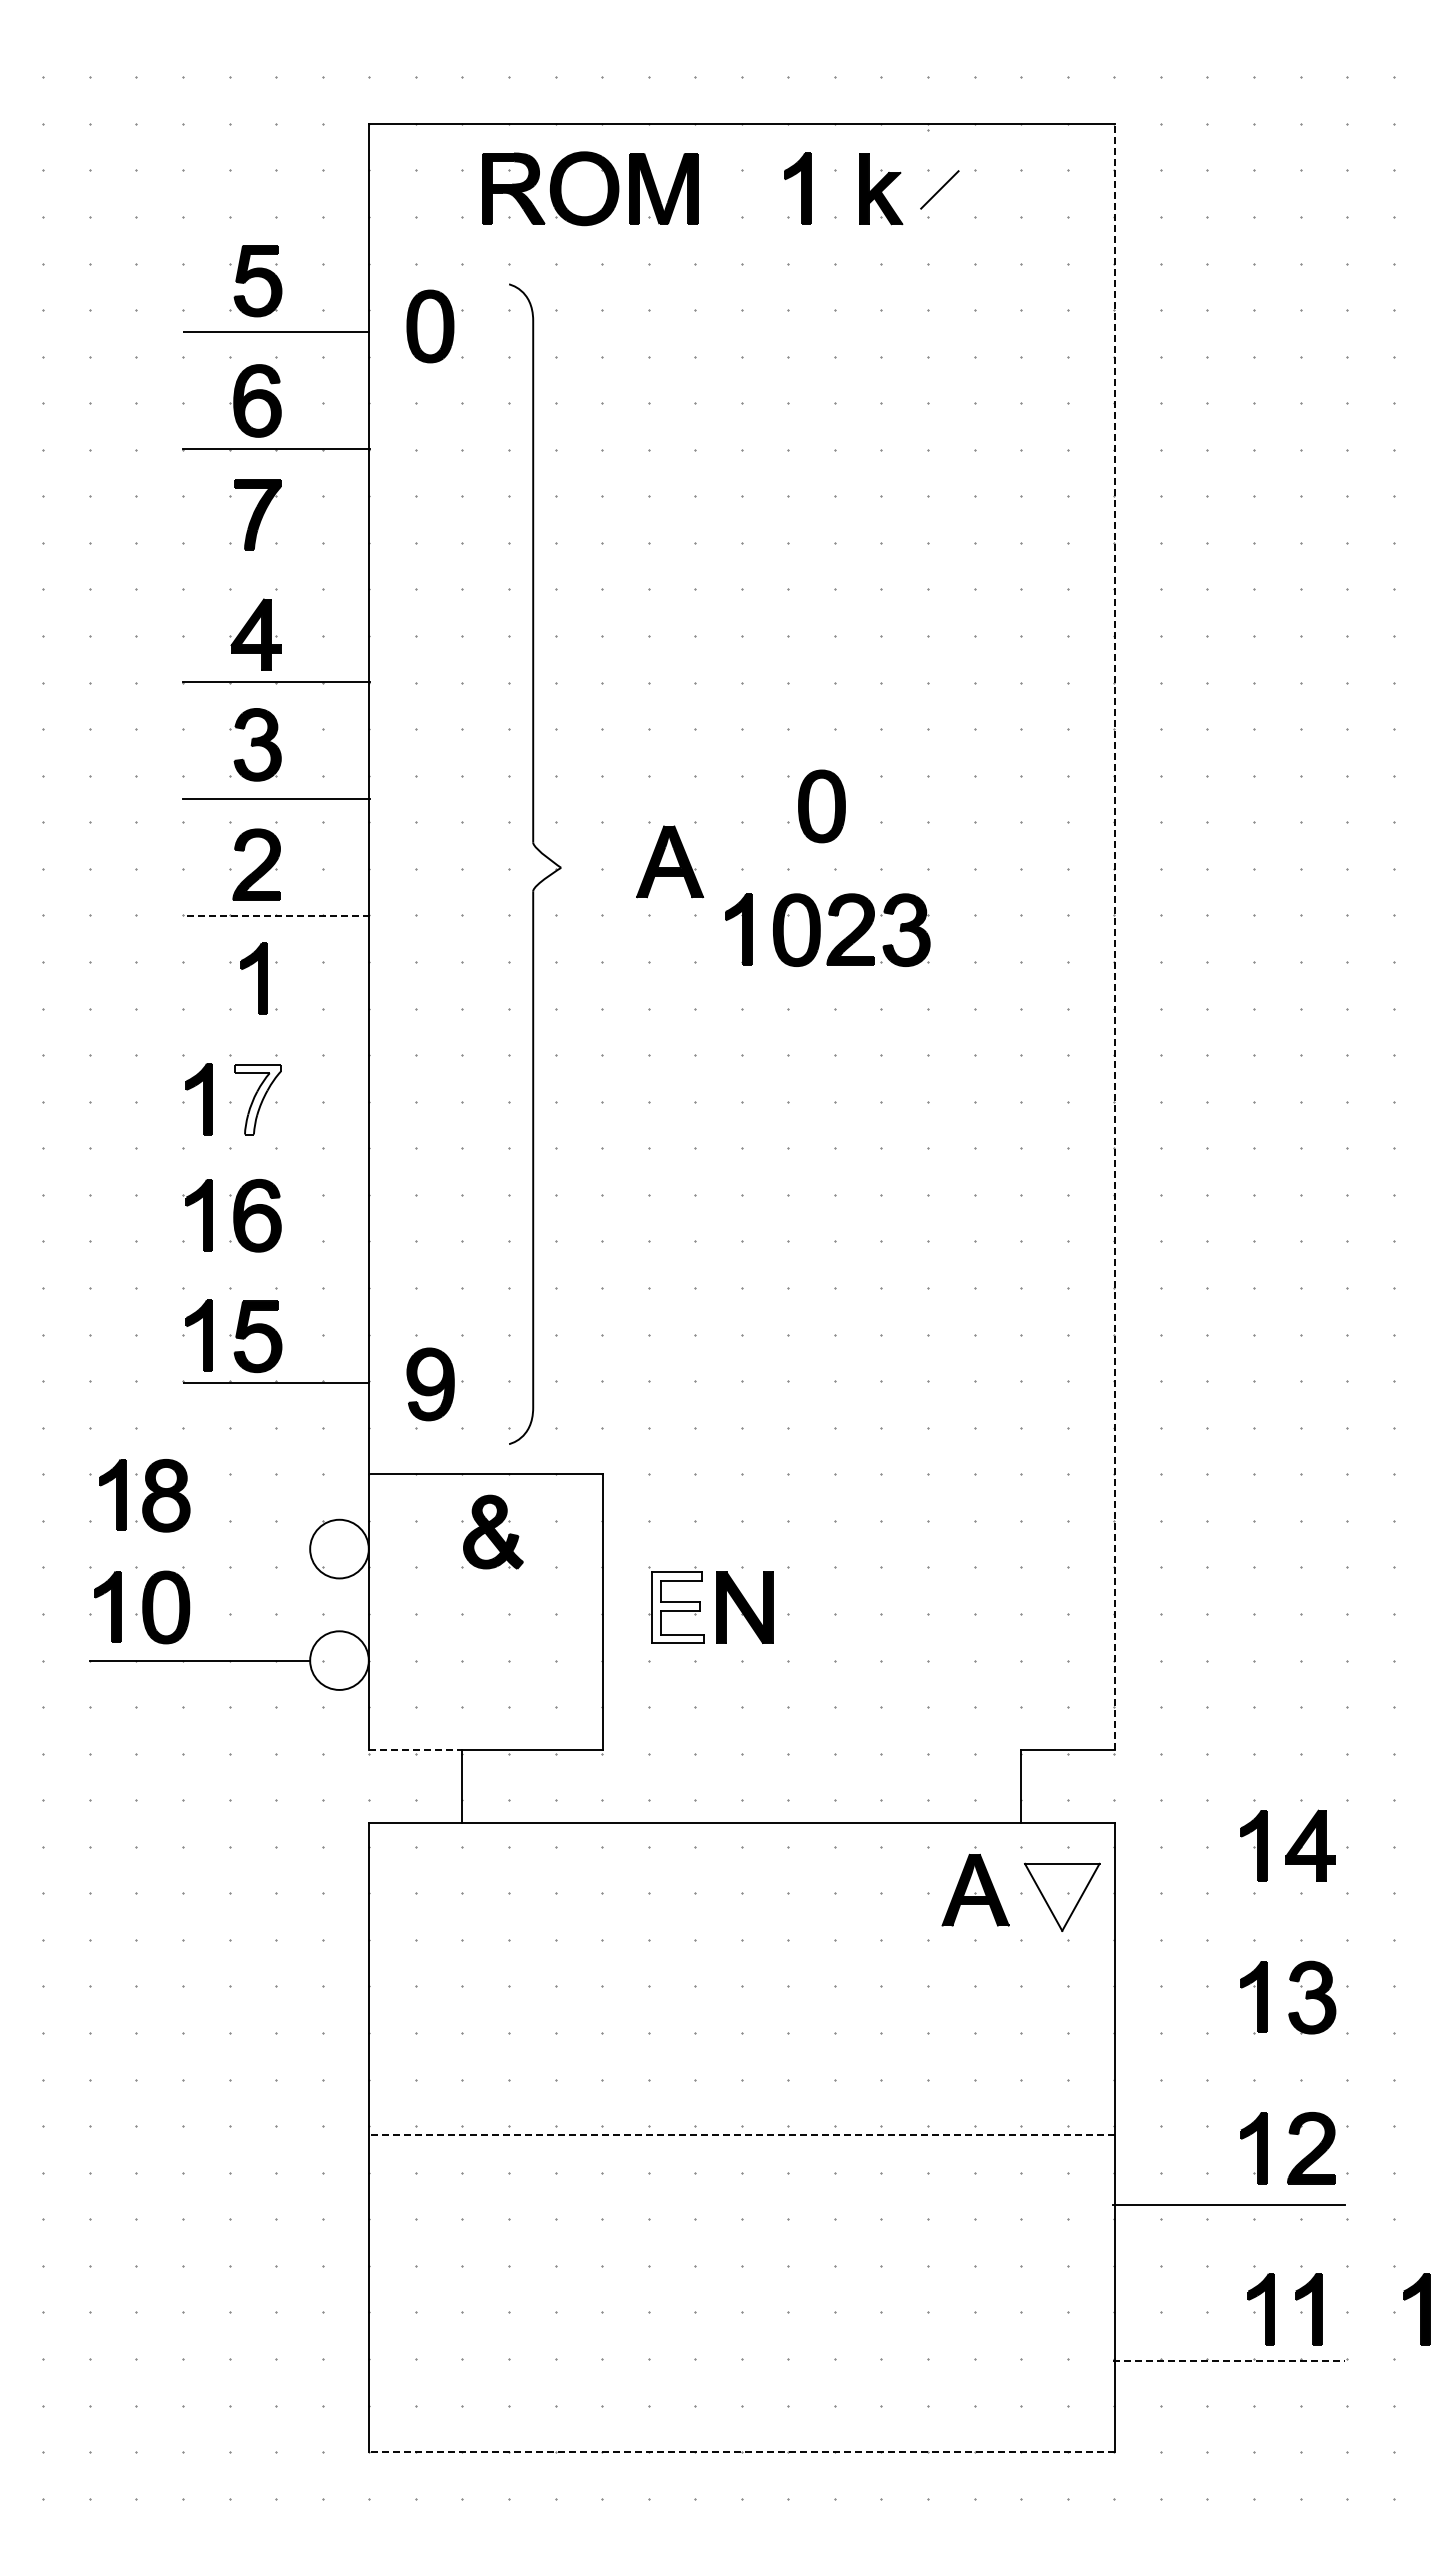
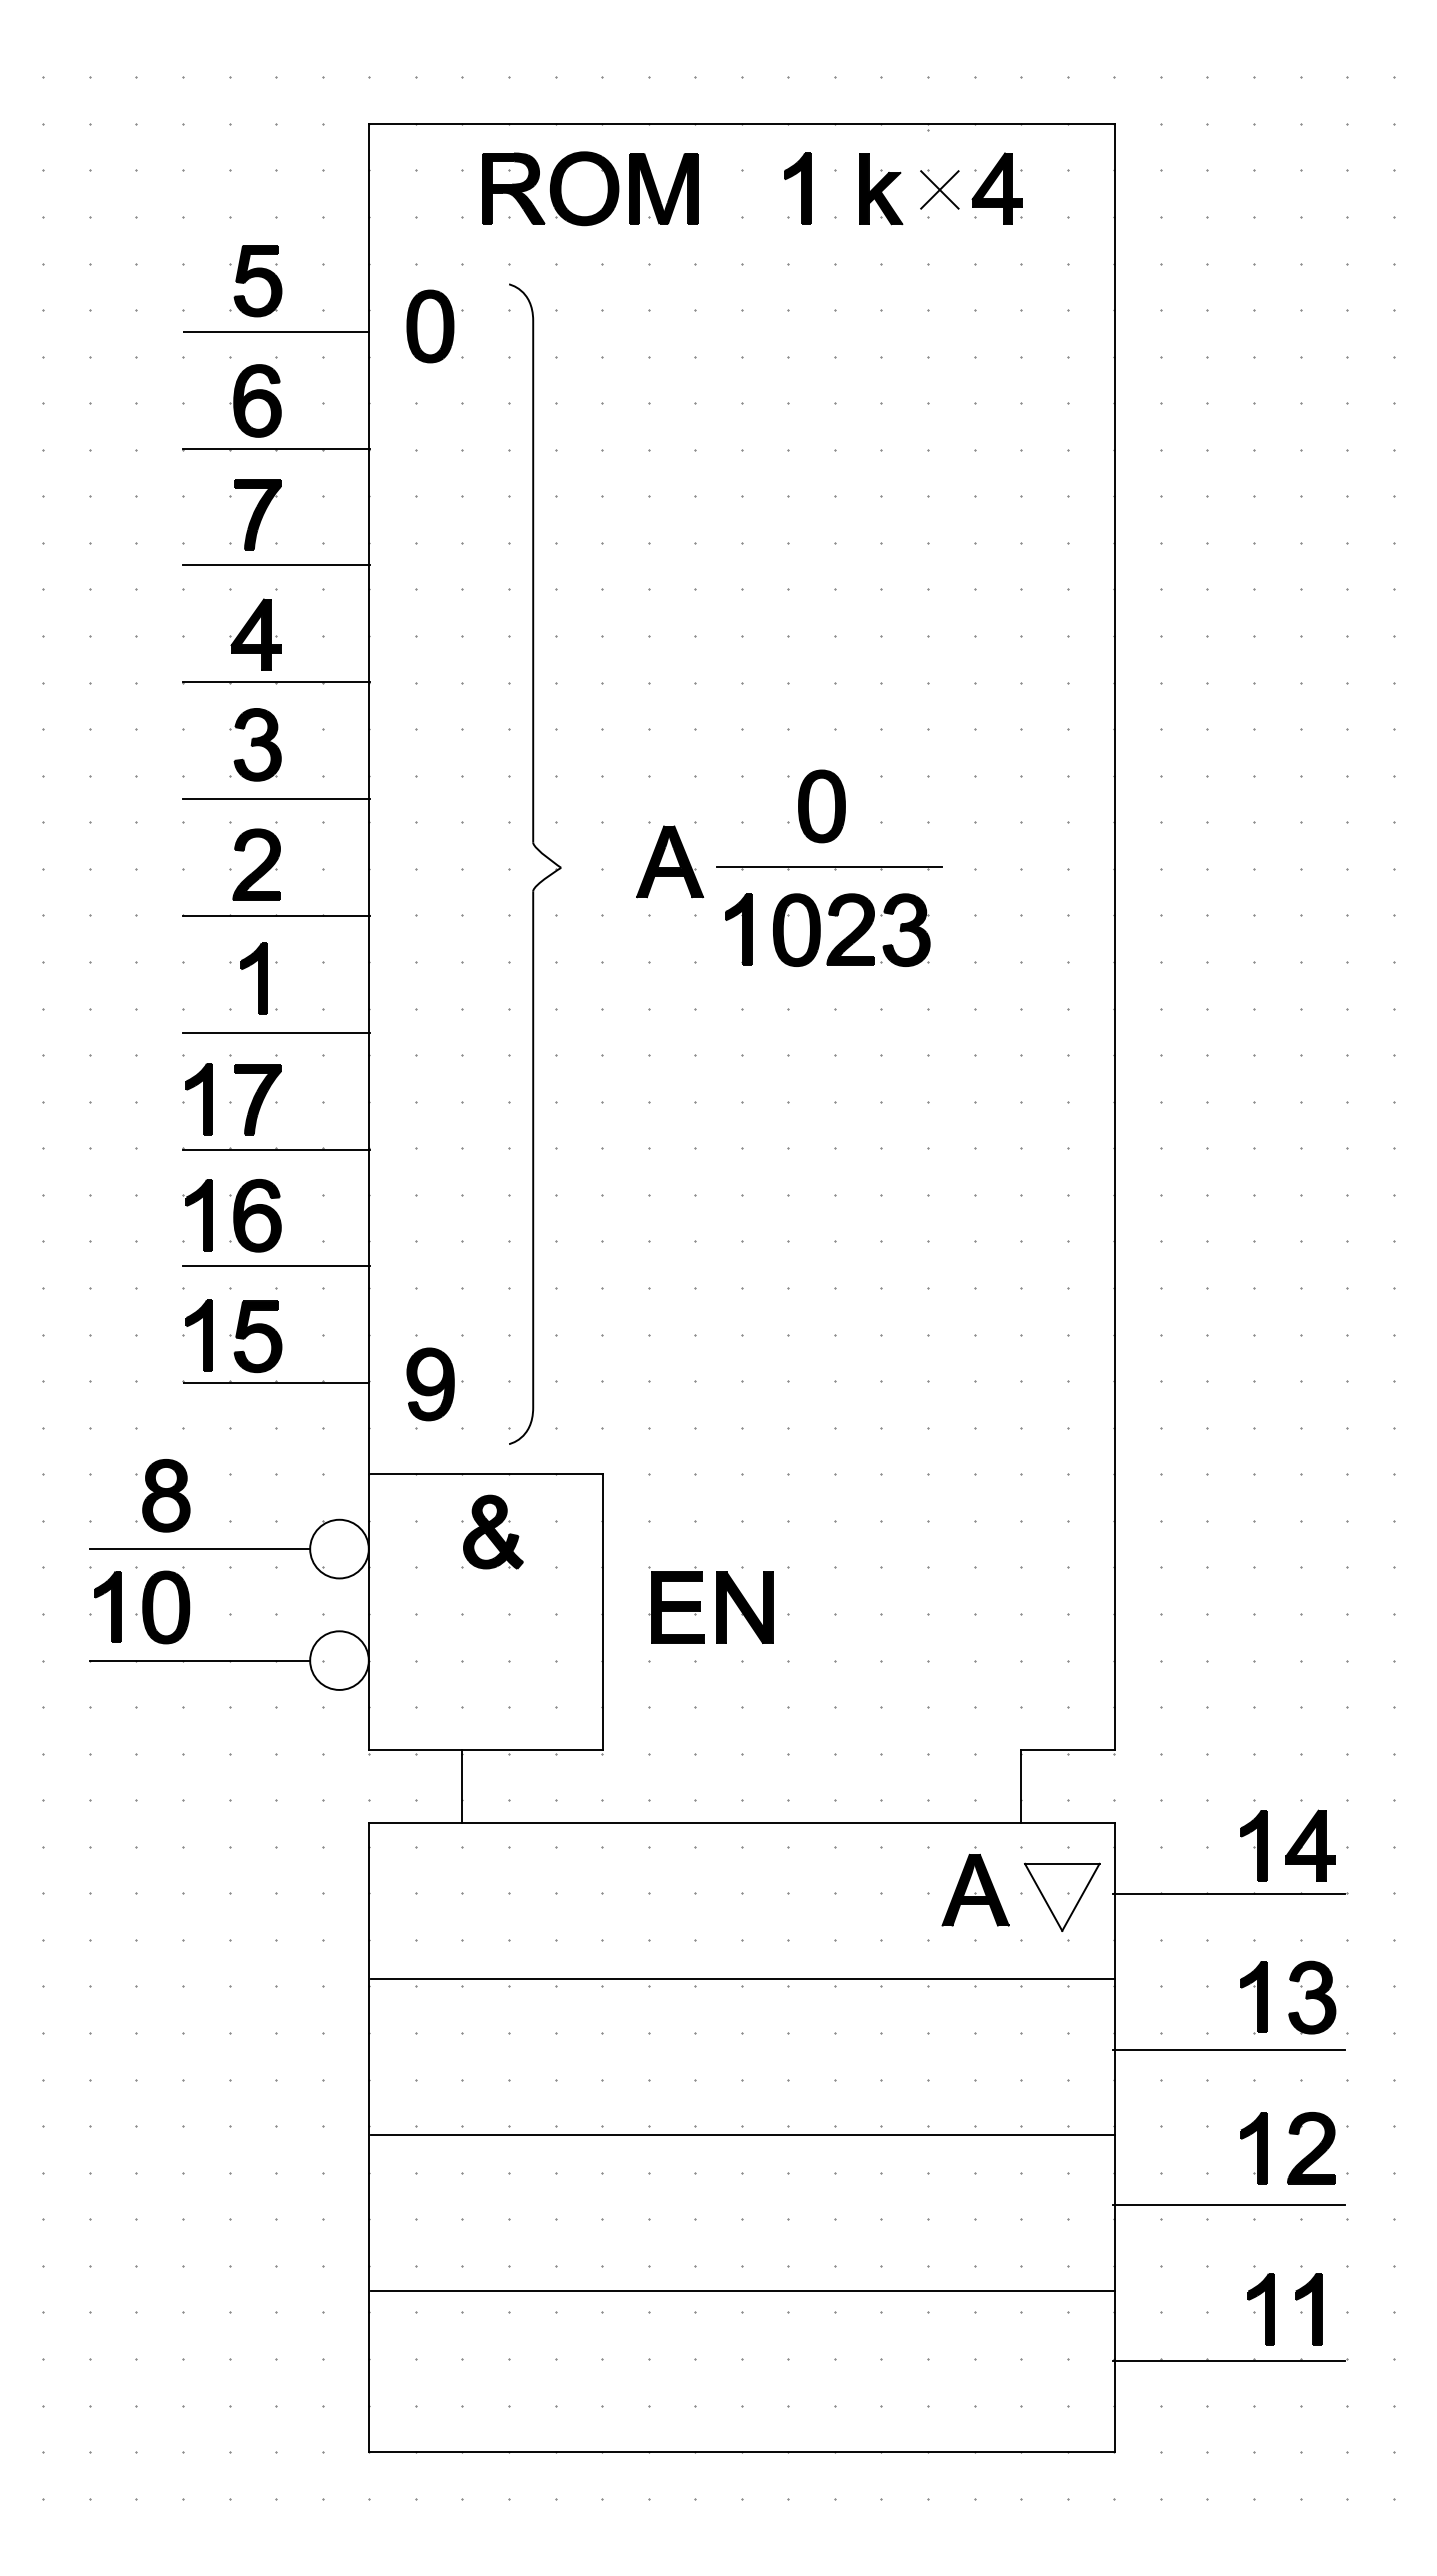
part at (996, 188): none -> present
line at (939, 189): none -> present
line at (275, 565): none -> present
line at (829, 866): none -> present
line at (276, 915): dashed -> solid
line at (1114, 936): dashed -> solid
line at (275, 1032): none -> present
fill at (257, 1099): none -> present
line at (275, 1149): none -> present
line at (275, 1266): none -> present
part at (112, 1494): present -> none
line at (199, 1549): none -> present
fill at (677, 1607): none -> present
line at (415, 1750): dashed -> solid
line at (1229, 1894): none -> present
line at (742, 1978): none -> present
line at (1229, 2049): none -> present
line at (742, 2135): dashed -> solid
line at (742, 2291): none -> present
part at (1416, 2309): present -> none
line at (1229, 2360): dashed -> solid
line at (741, 2452): dashed -> solid
